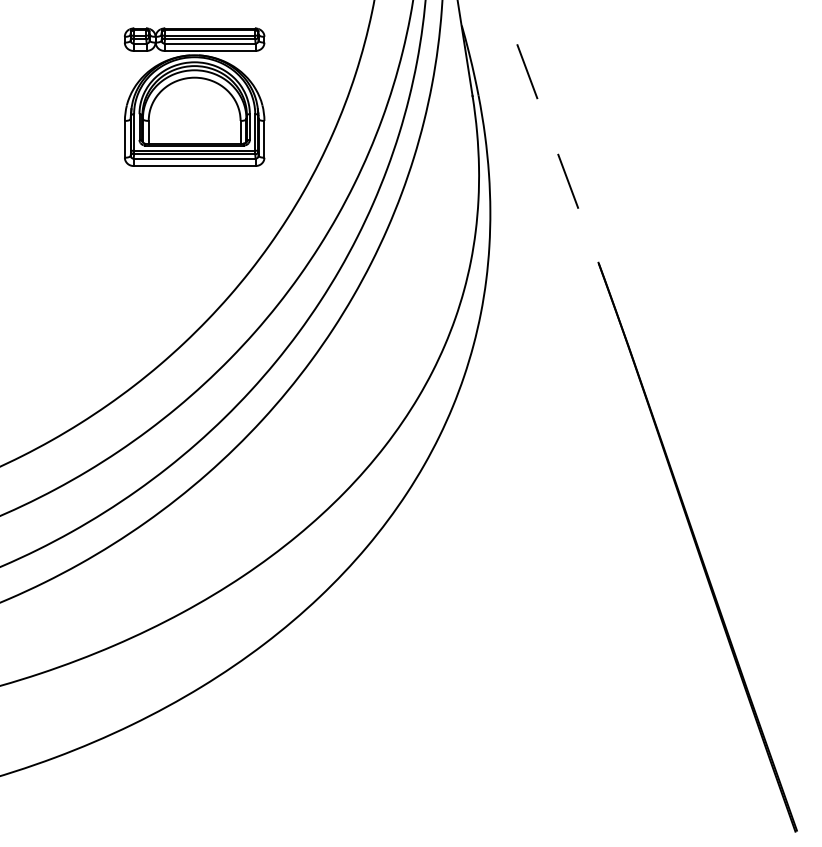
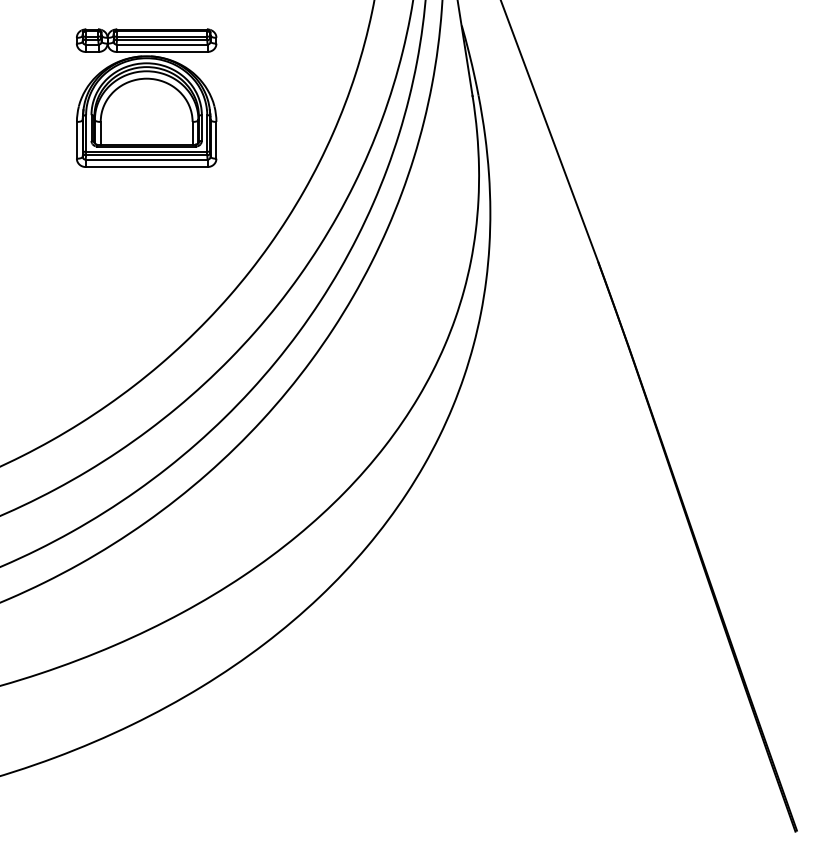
part at (194, 96) position: (194, 96) -> (146, 97)
line at (549, 131): dashed -> solid
